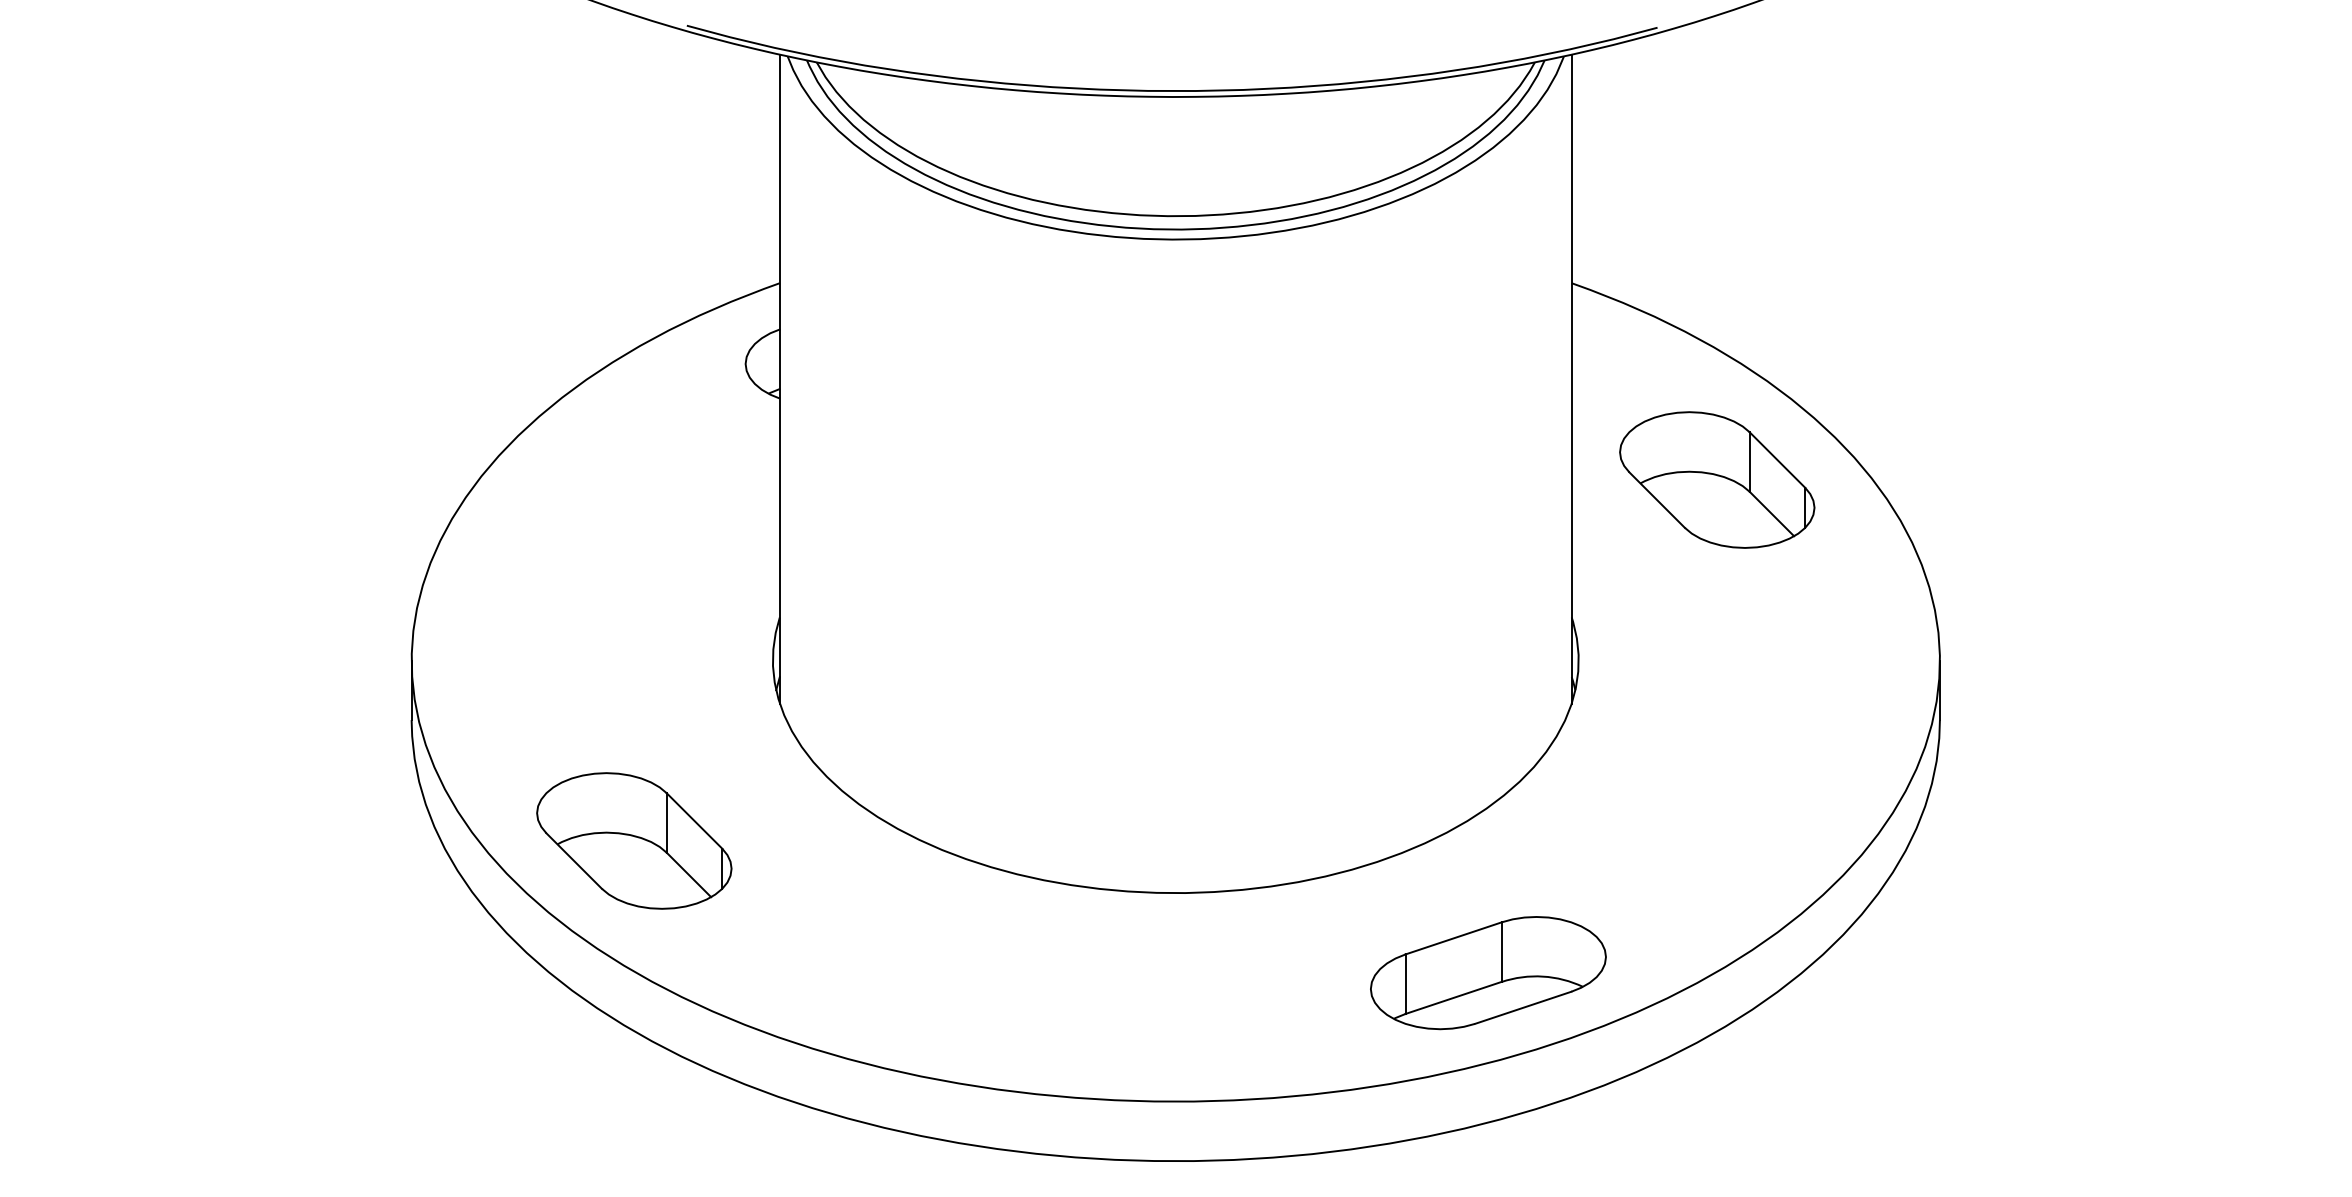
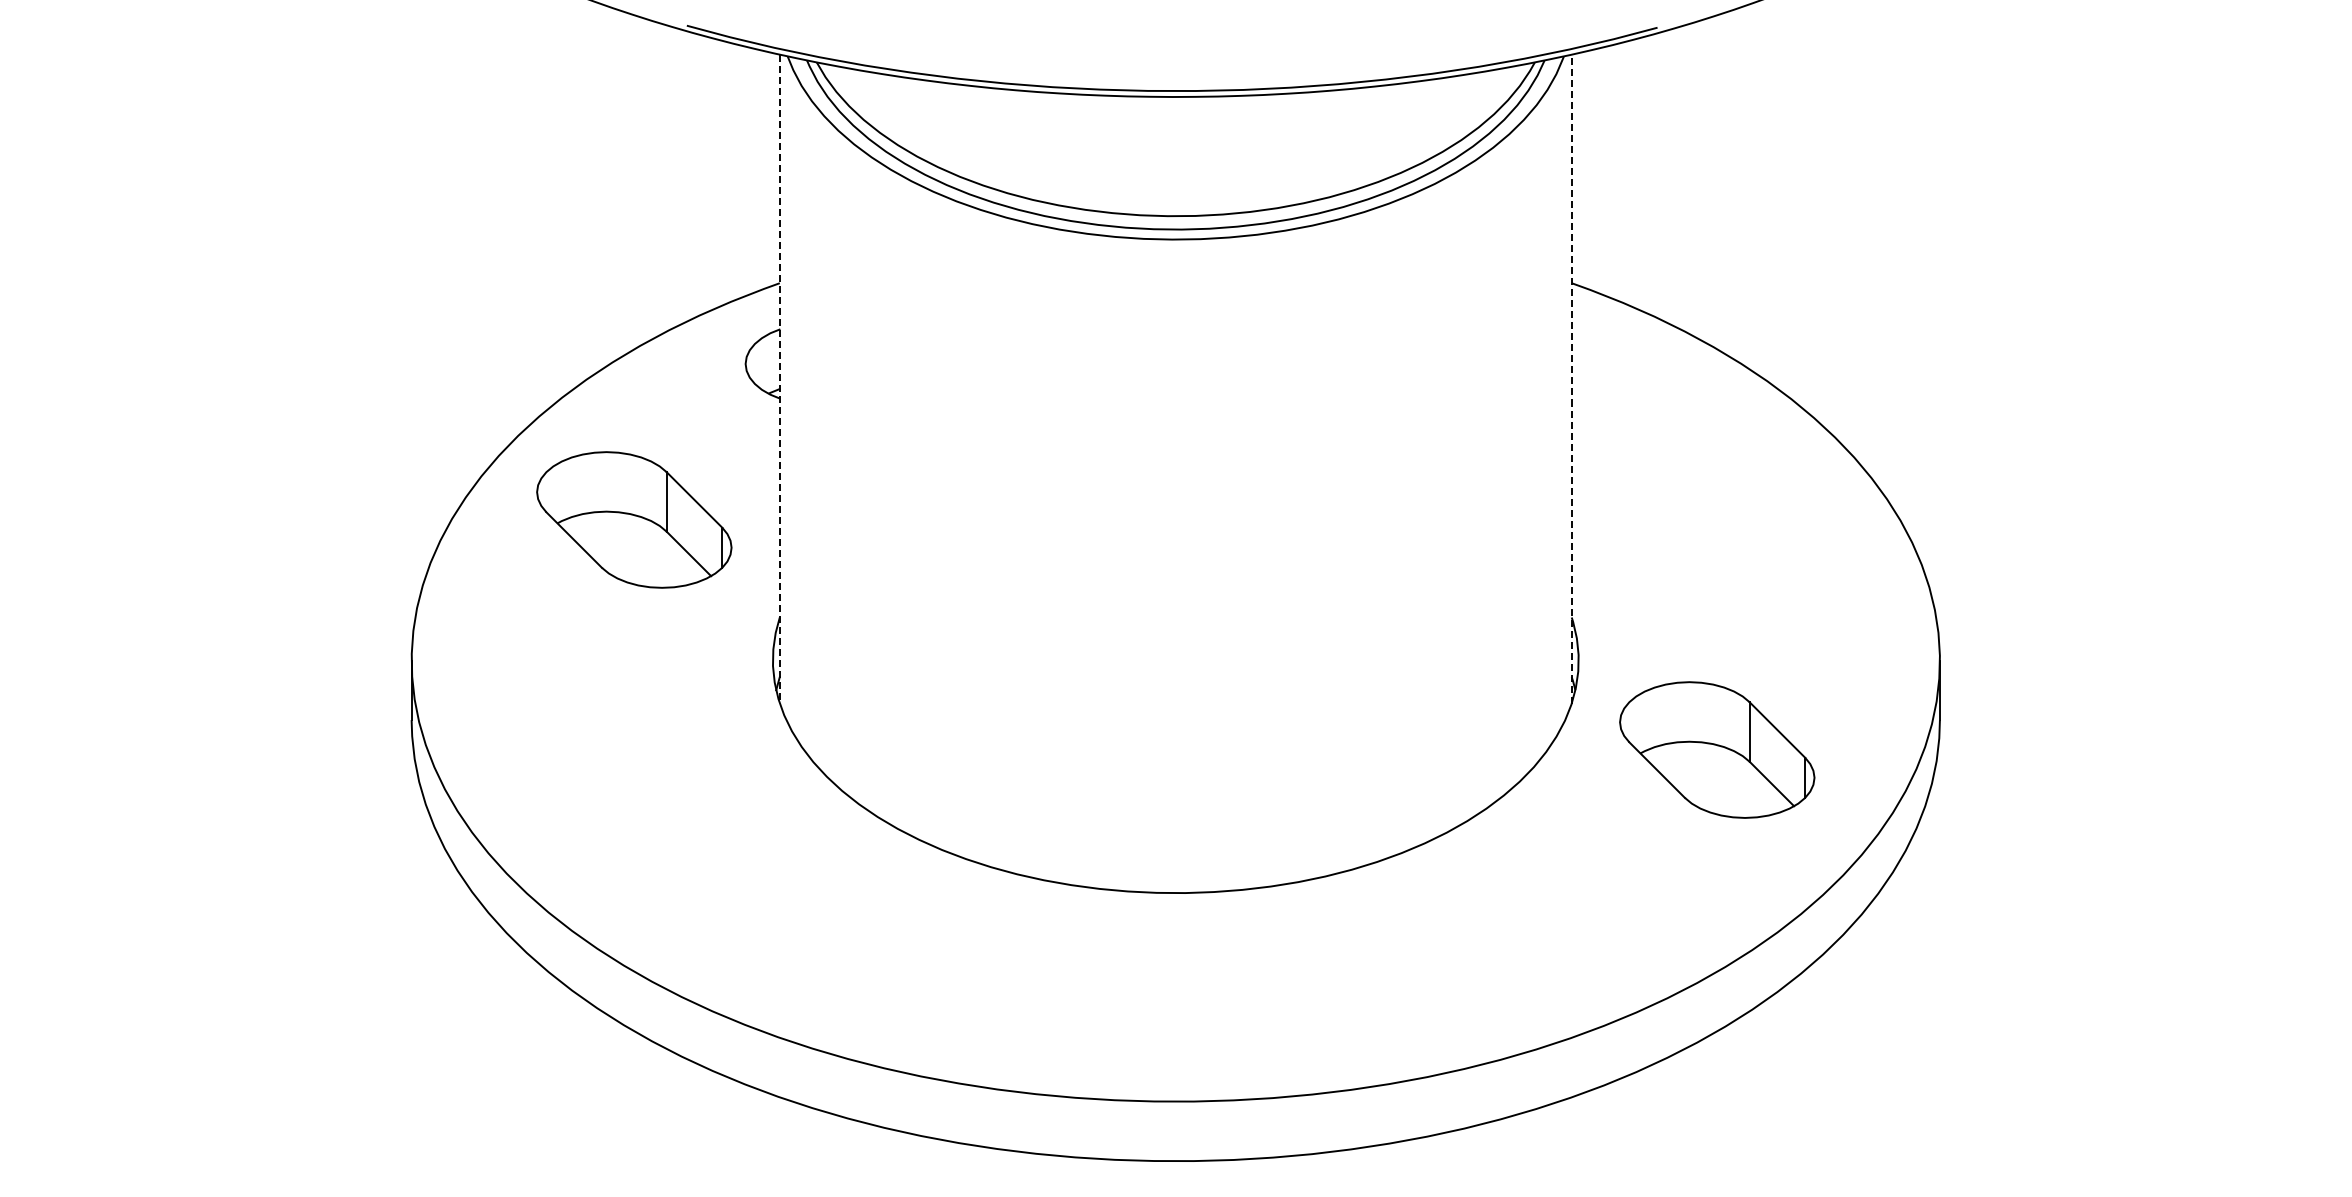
line at (1571, 378): solid -> dashed
line at (779, 379): solid -> dashed
part at (1717, 479) position: (1717, 479) -> (1717, 749)
part at (634, 840) position: (634, 840) -> (634, 519)
part at (1488, 973): present -> none
